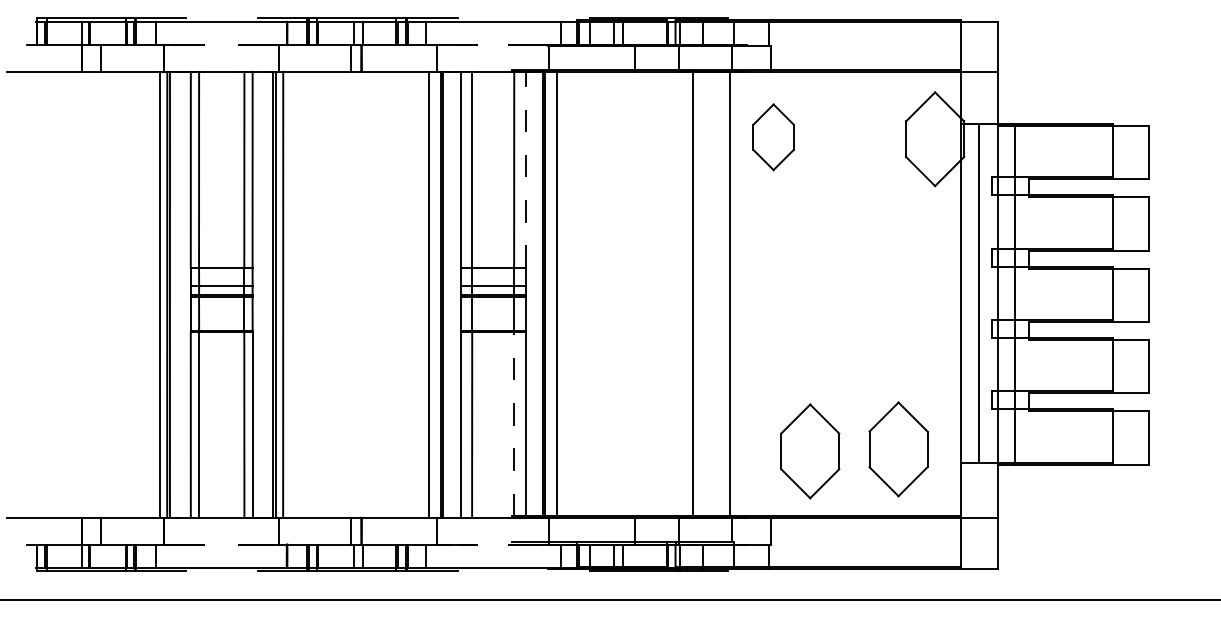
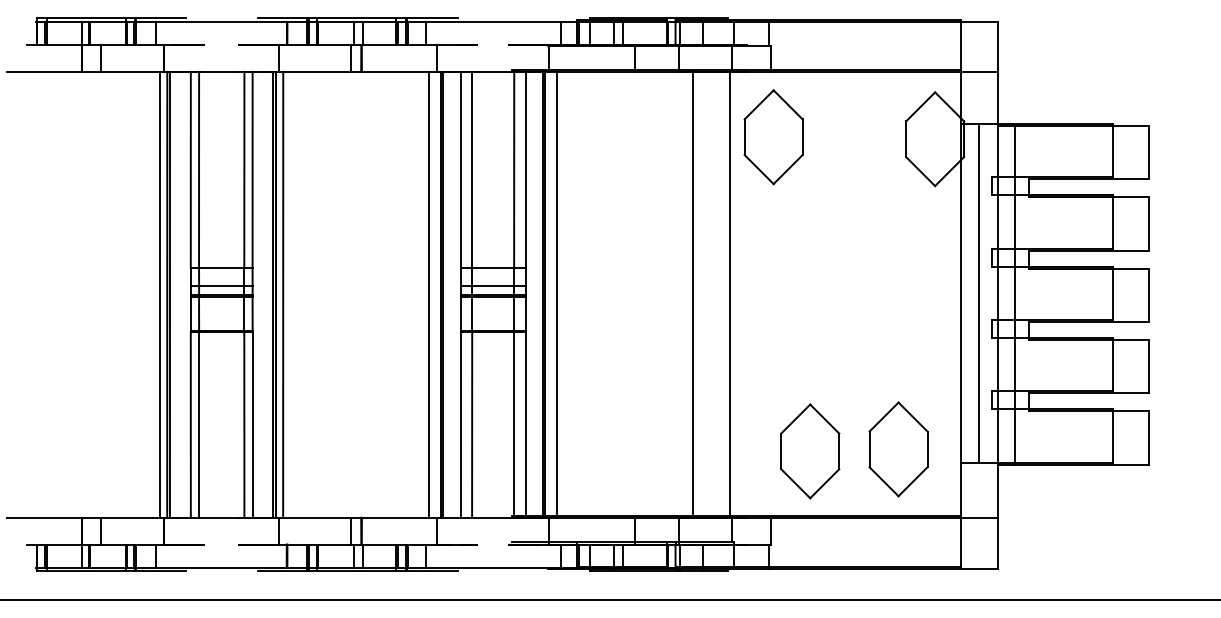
part at (773, 137) size: 43x69 px -> 61x97 px
line at (525, 169): dashed -> solid
line at (514, 424): dashed -> solid
